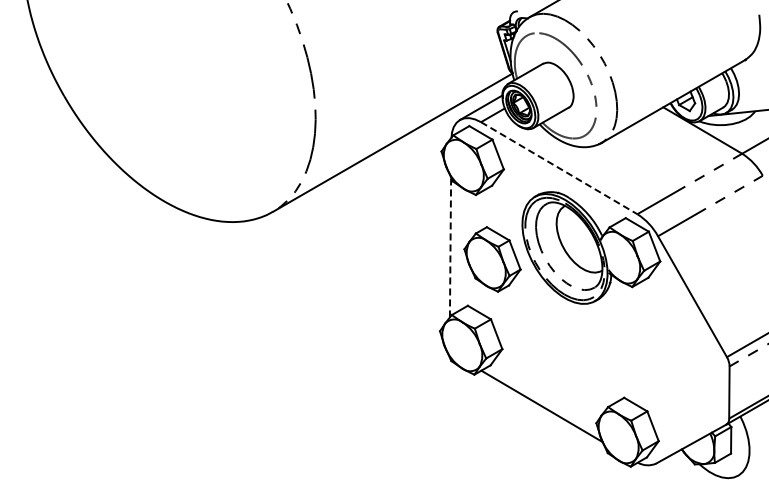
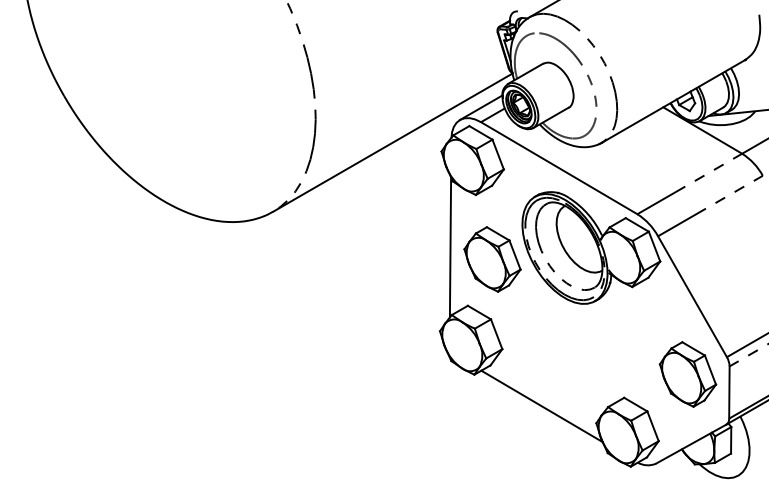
line at (559, 168): dashed -> solid
line at (450, 246): dashed -> solid
part at (687, 374): none -> present
